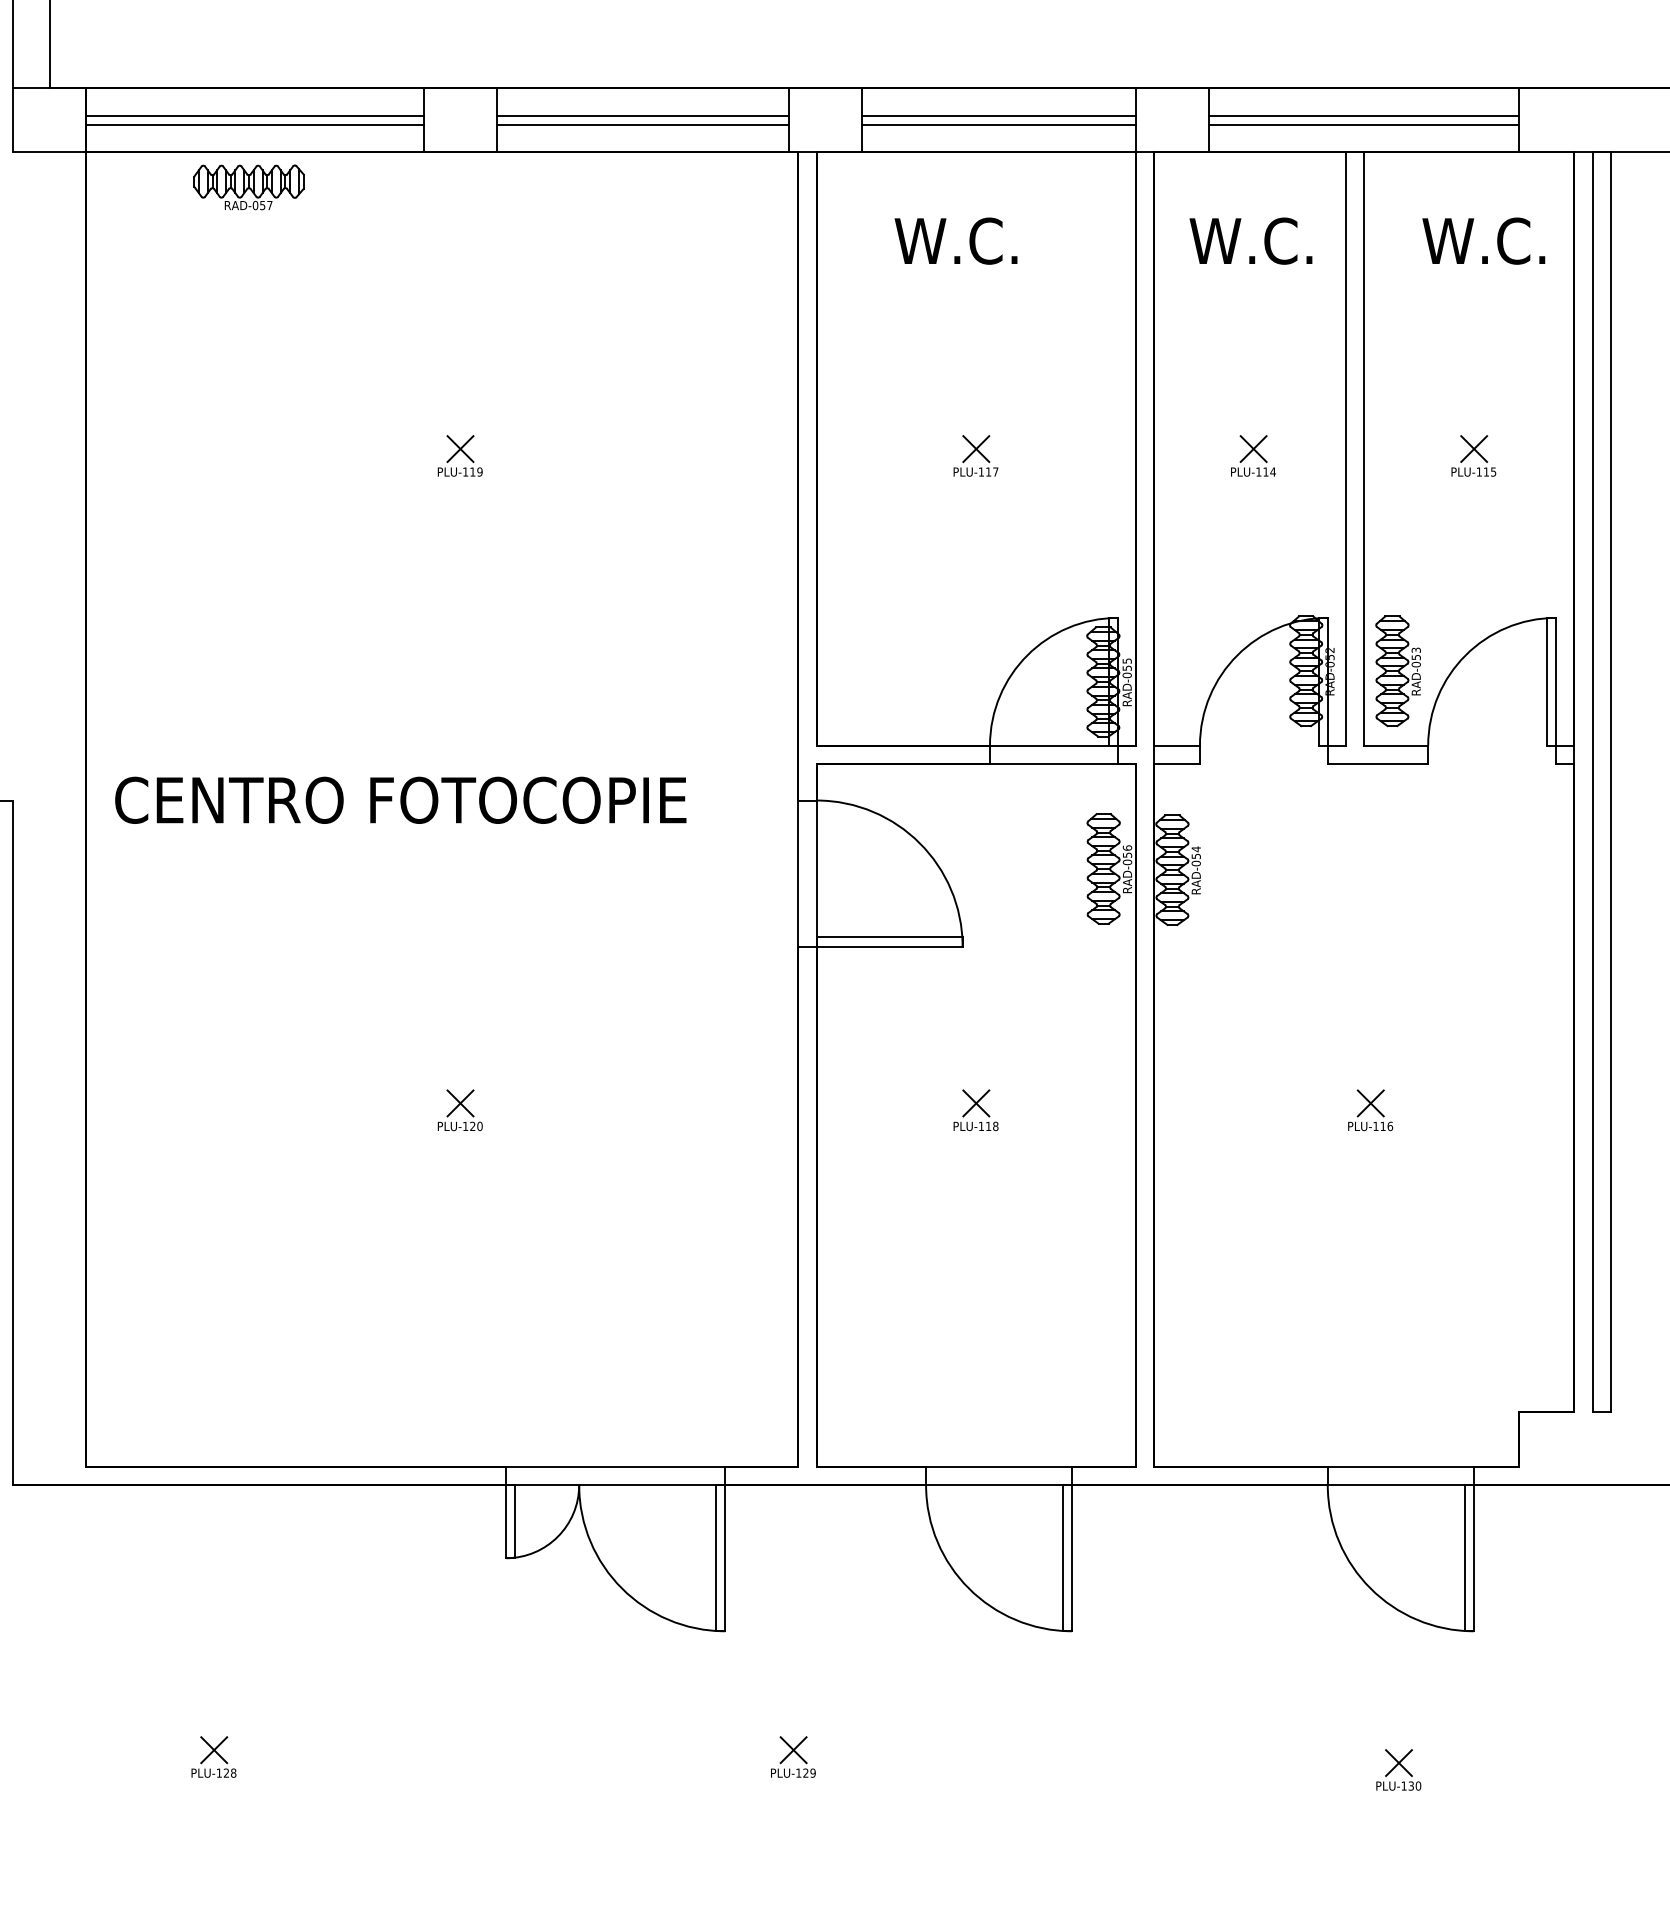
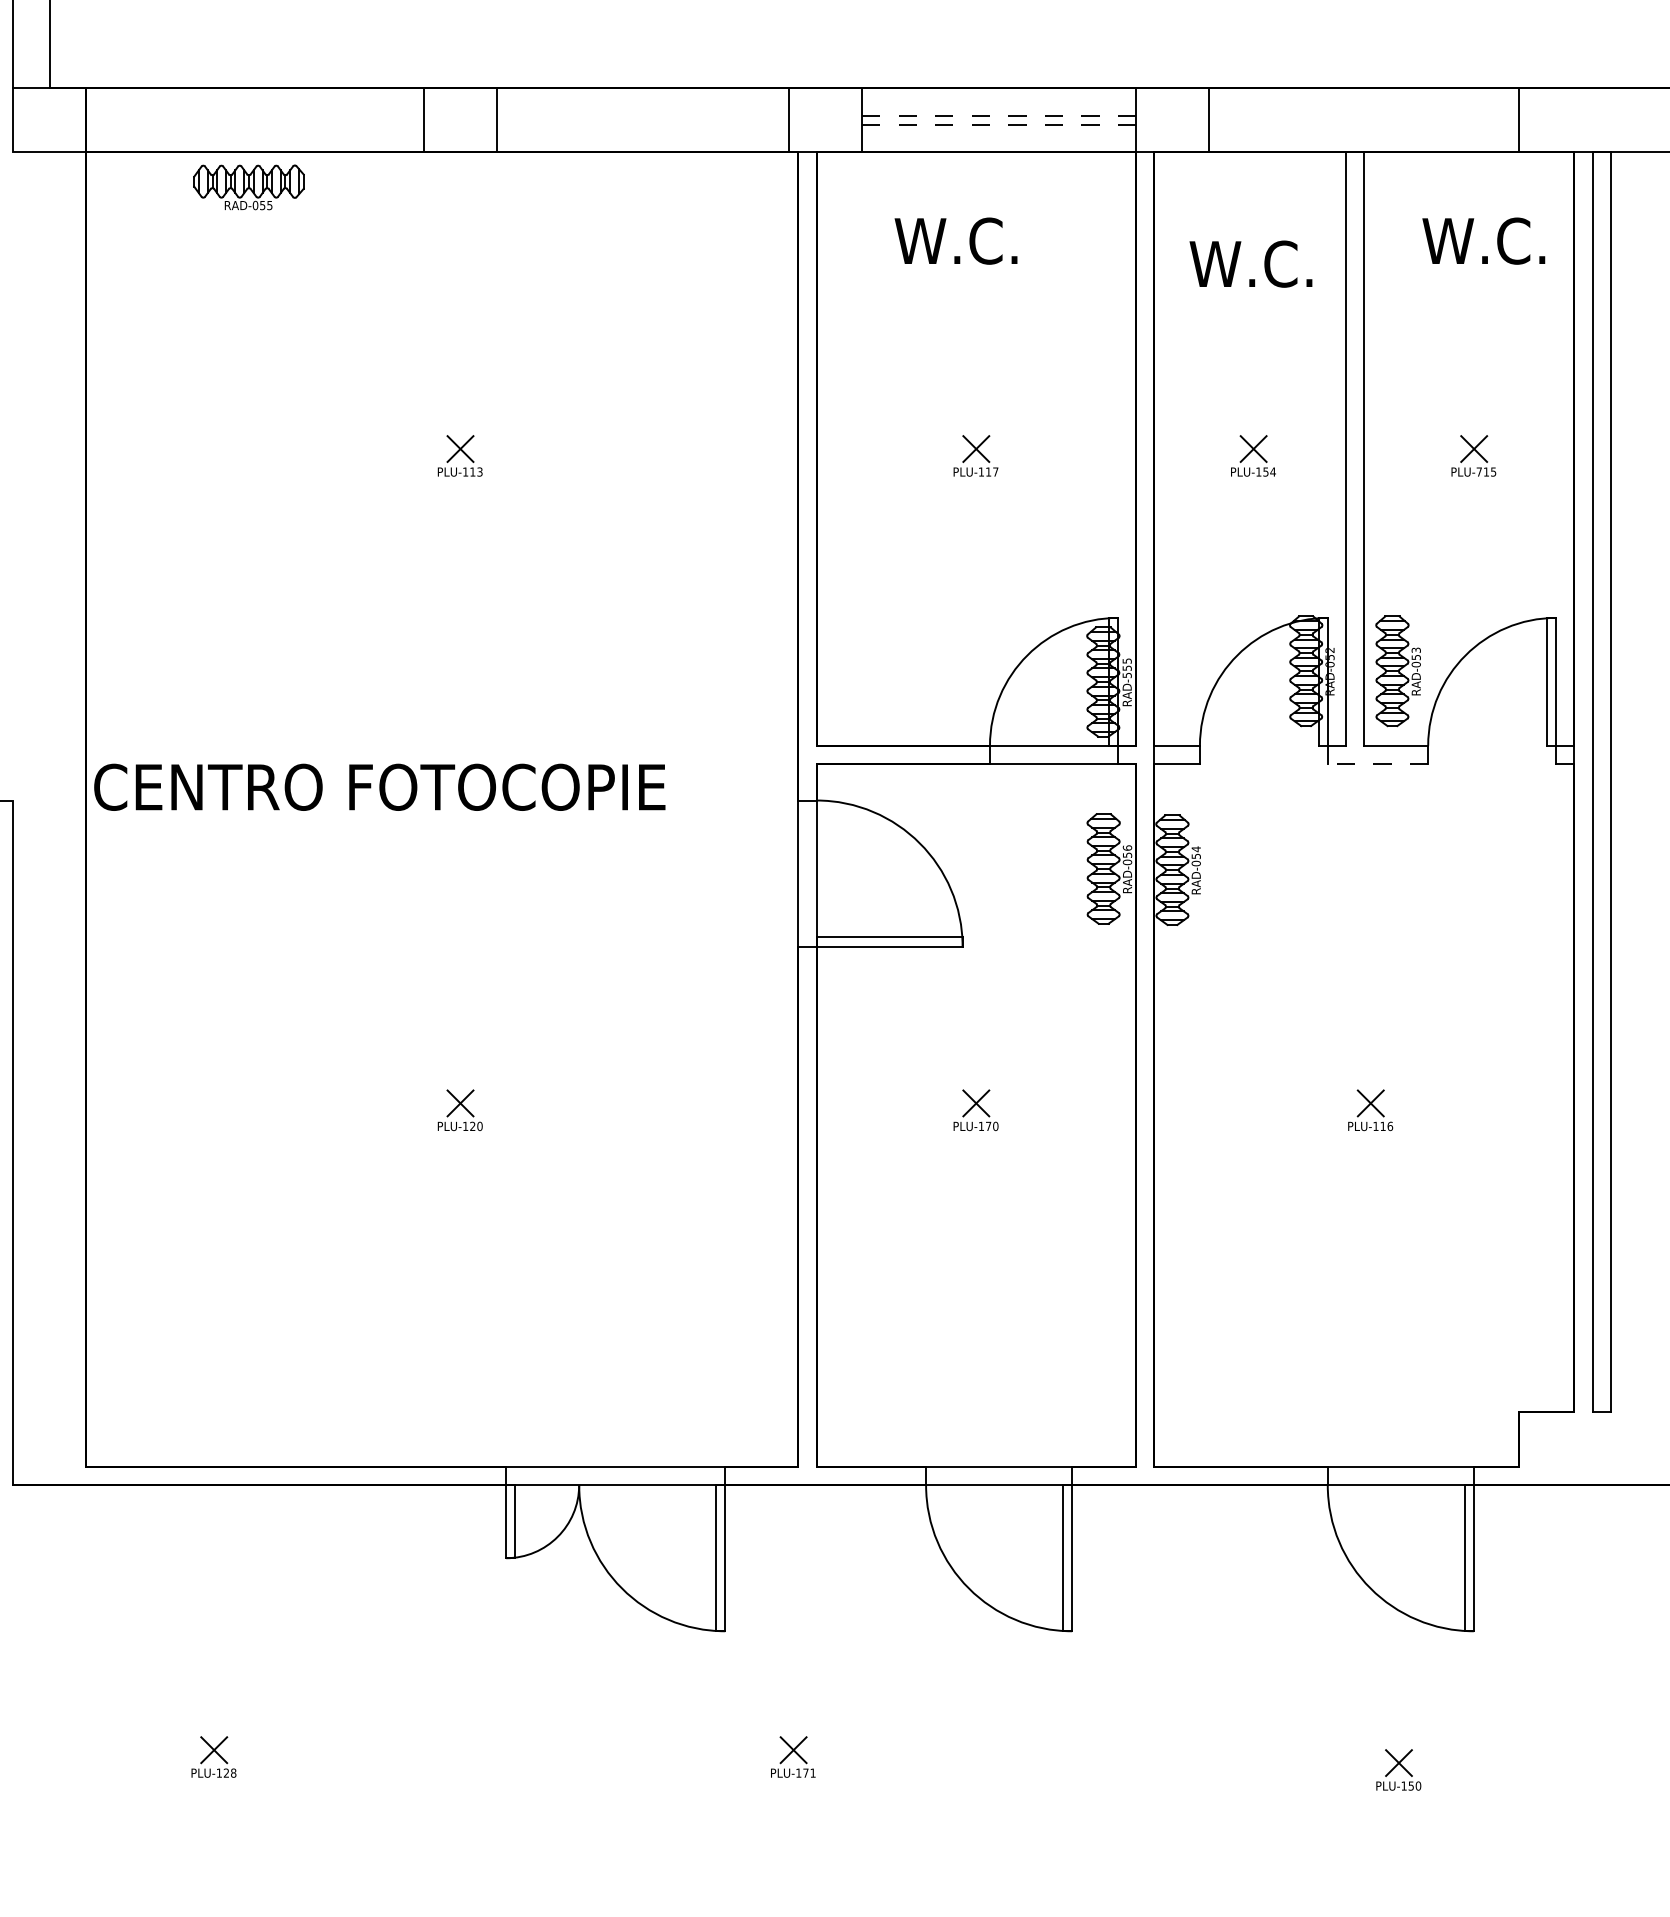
line at (255, 115): present -> none
line at (643, 115): present -> none
line at (999, 115): solid -> dashed
line at (1364, 115): present -> none
line at (255, 124): present -> none
line at (643, 124): present -> none
line at (999, 124): solid -> dashed
line at (1364, 124): present -> none
text at (269, 205): RAD-057 -> RAD-055
text at (1250, 240) position: (1250, 240) -> (1250, 263)
text at (479, 471): PLU-119 -> PLU-113
text at (1265, 471): PLU-114 -> PLU-154
text at (1478, 471): PLU-115 -> PLU-715
text at (1126, 675): RAD-055 -> RAD-555
line at (1377, 764): solid -> dashed
text at (400, 799) position: (400, 799) -> (379, 786)
text at (992, 1125): PLU-118 -> PLU-170
text at (809, 1772): PLU-129 -> PLU-171
text at (1411, 1785): PLU-130 -> PLU-150
